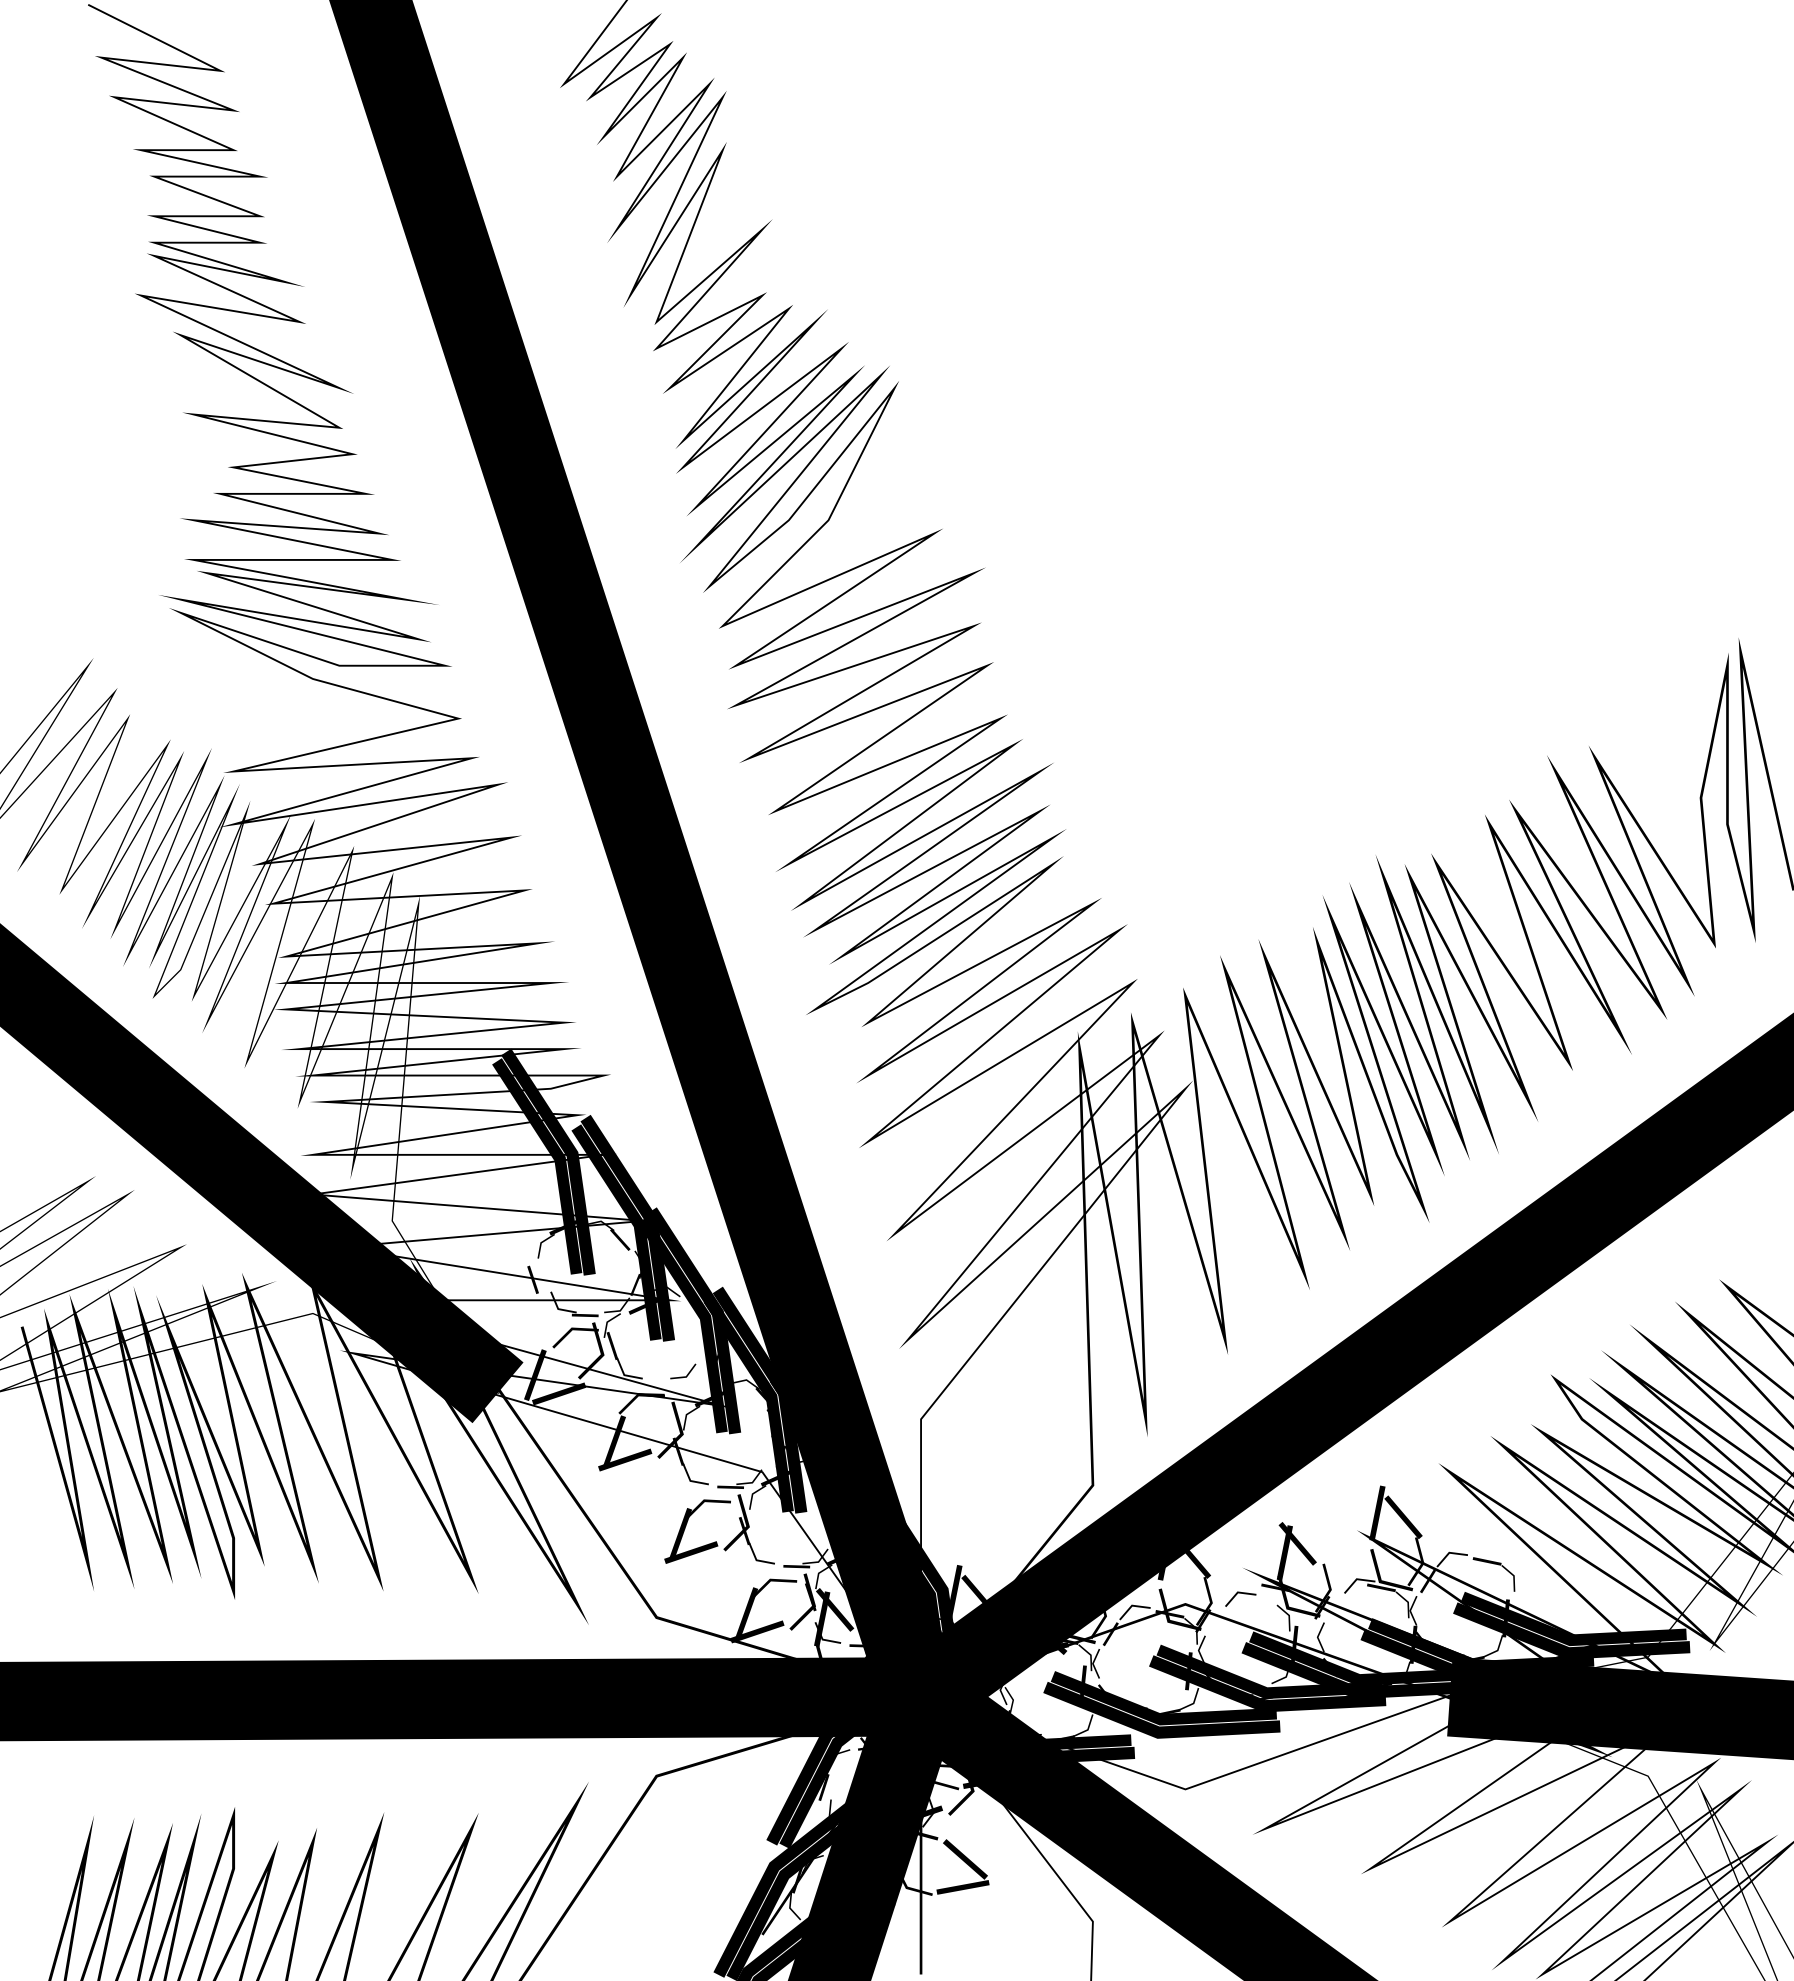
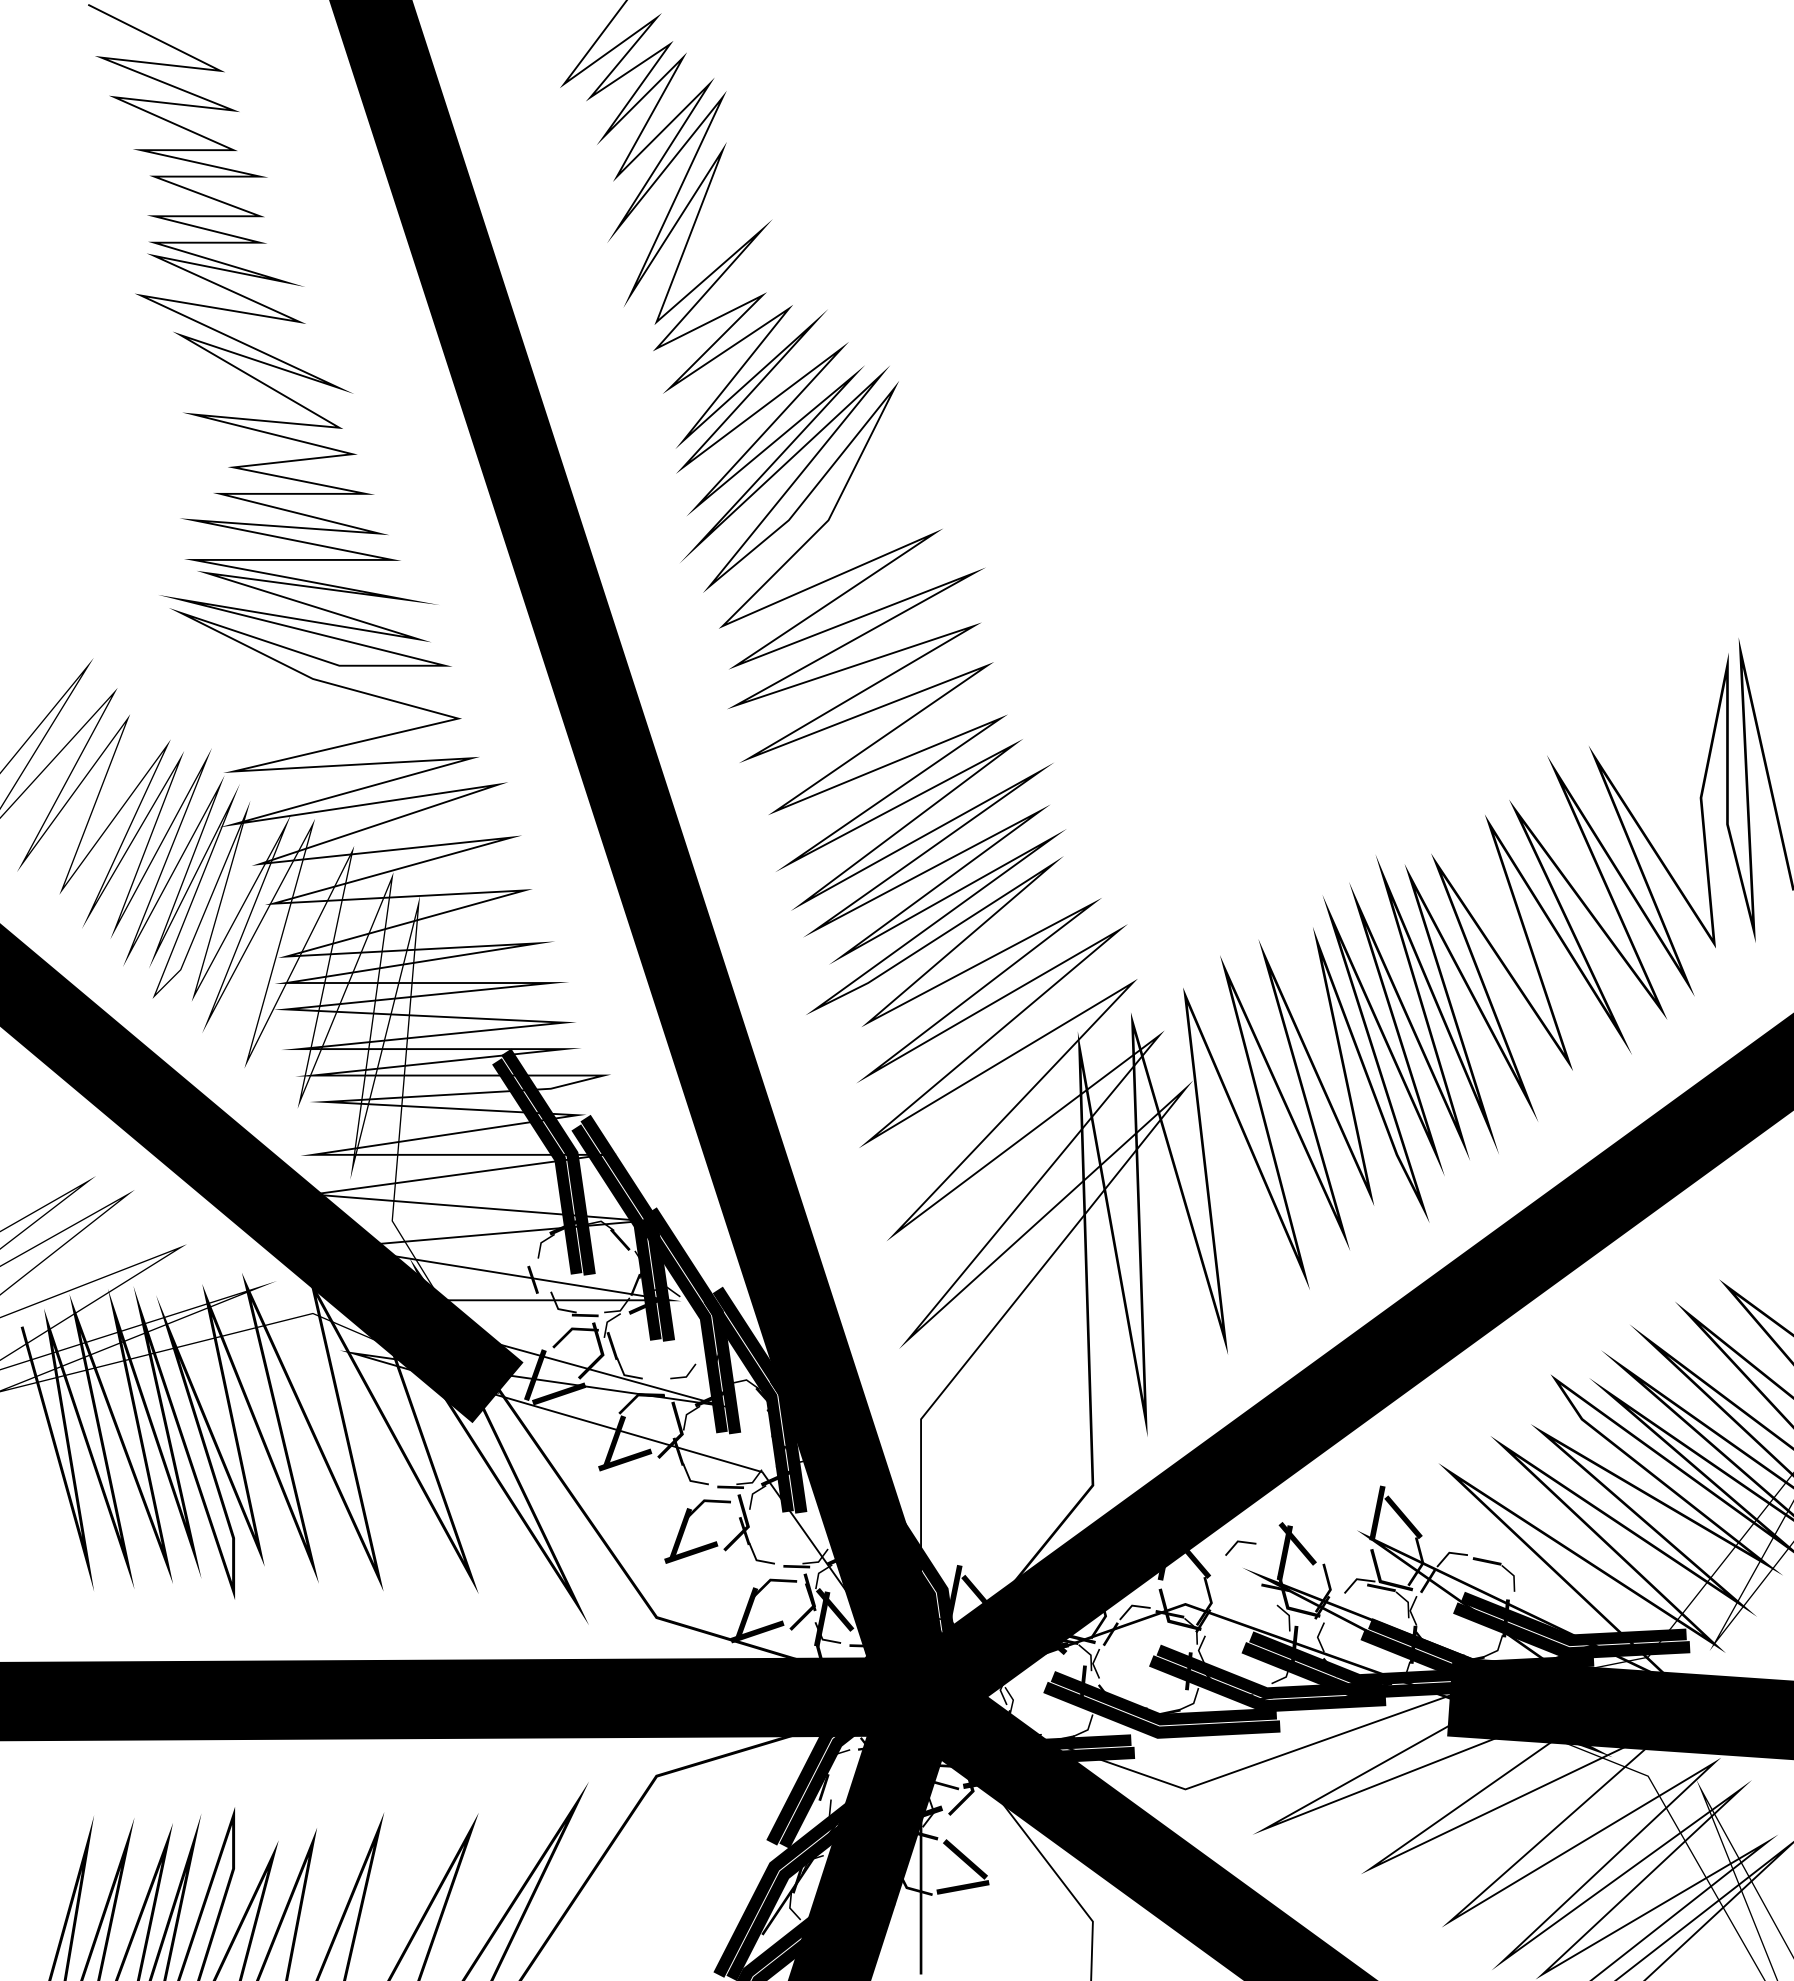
line at (1240, 1593) position: (1240, 1593) -> (1240, 1542)
